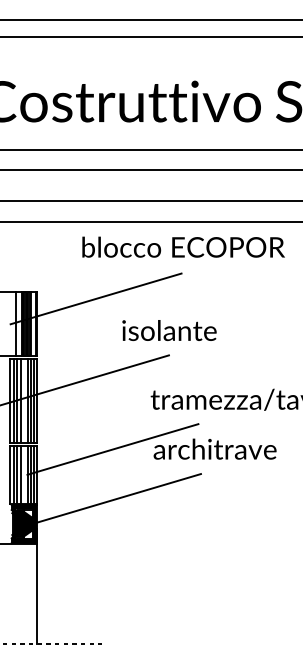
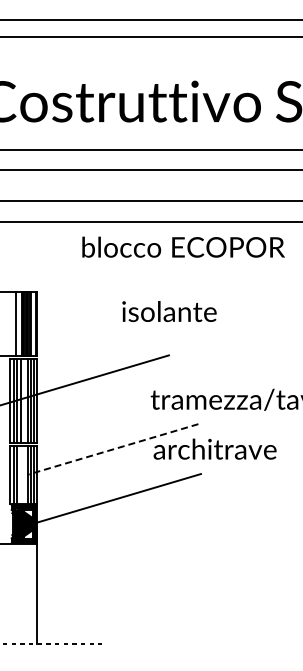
line at (95, 298): present -> none
text at (169, 330) position: (169, 330) -> (169, 311)
line at (112, 449): solid -> dashed
line at (20, 474): present -> none
